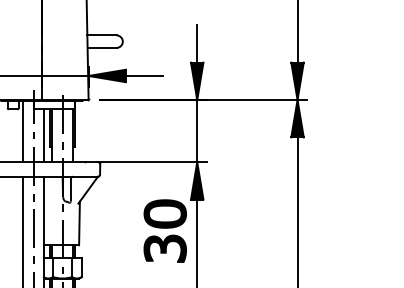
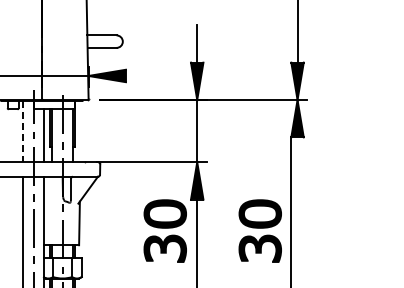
line at (144, 75): present -> none
line at (23, 131): solid -> dashed
line at (297, 210) position: (297, 210) -> (290, 210)
part at (259, 230): none -> present
